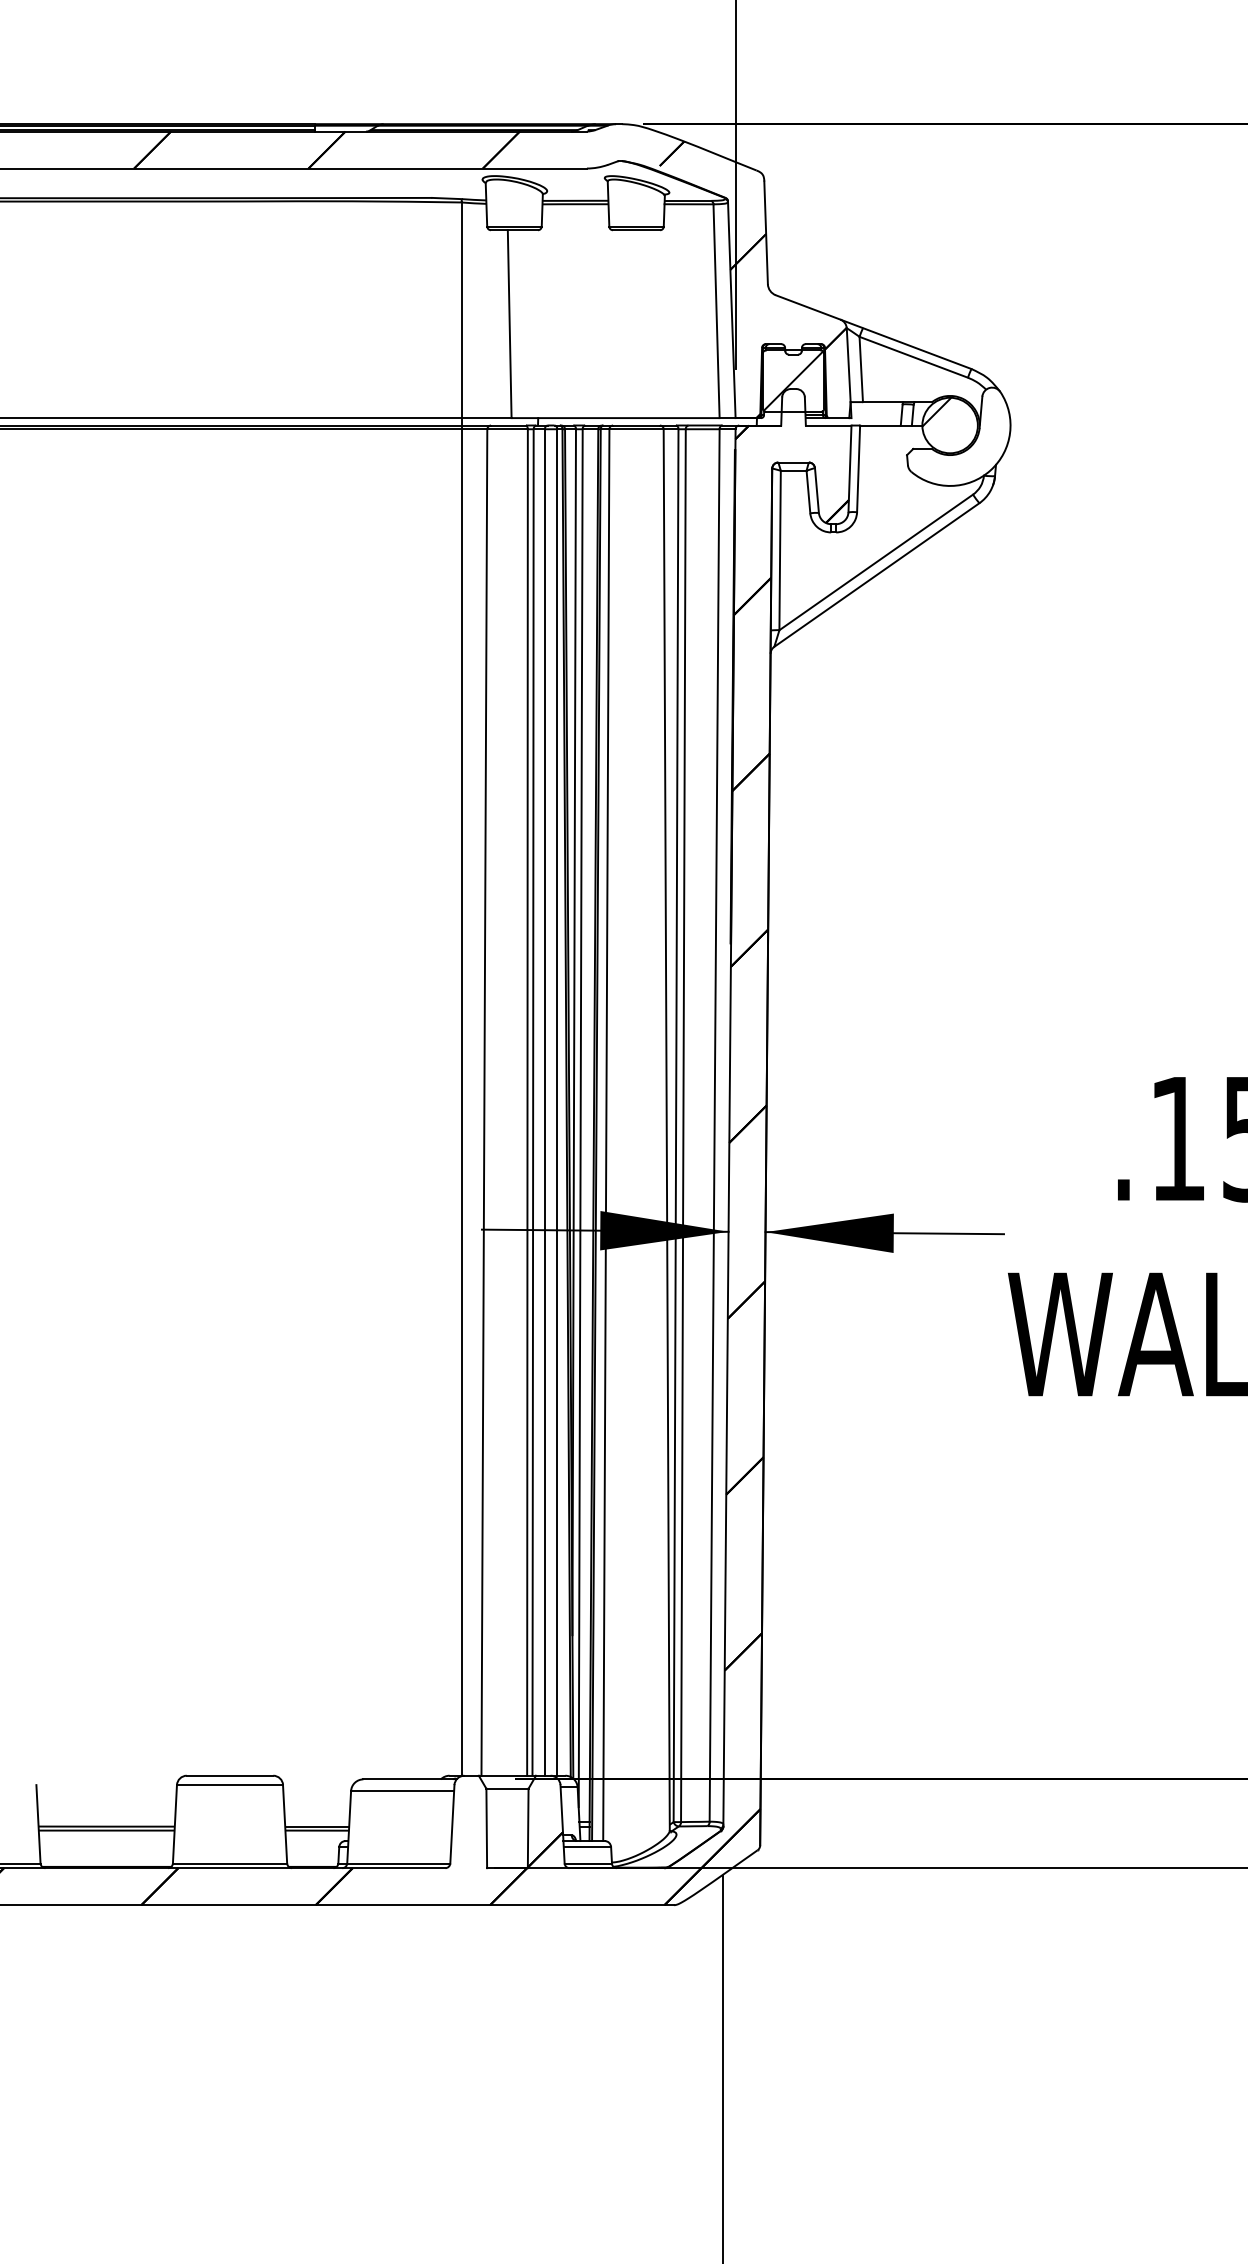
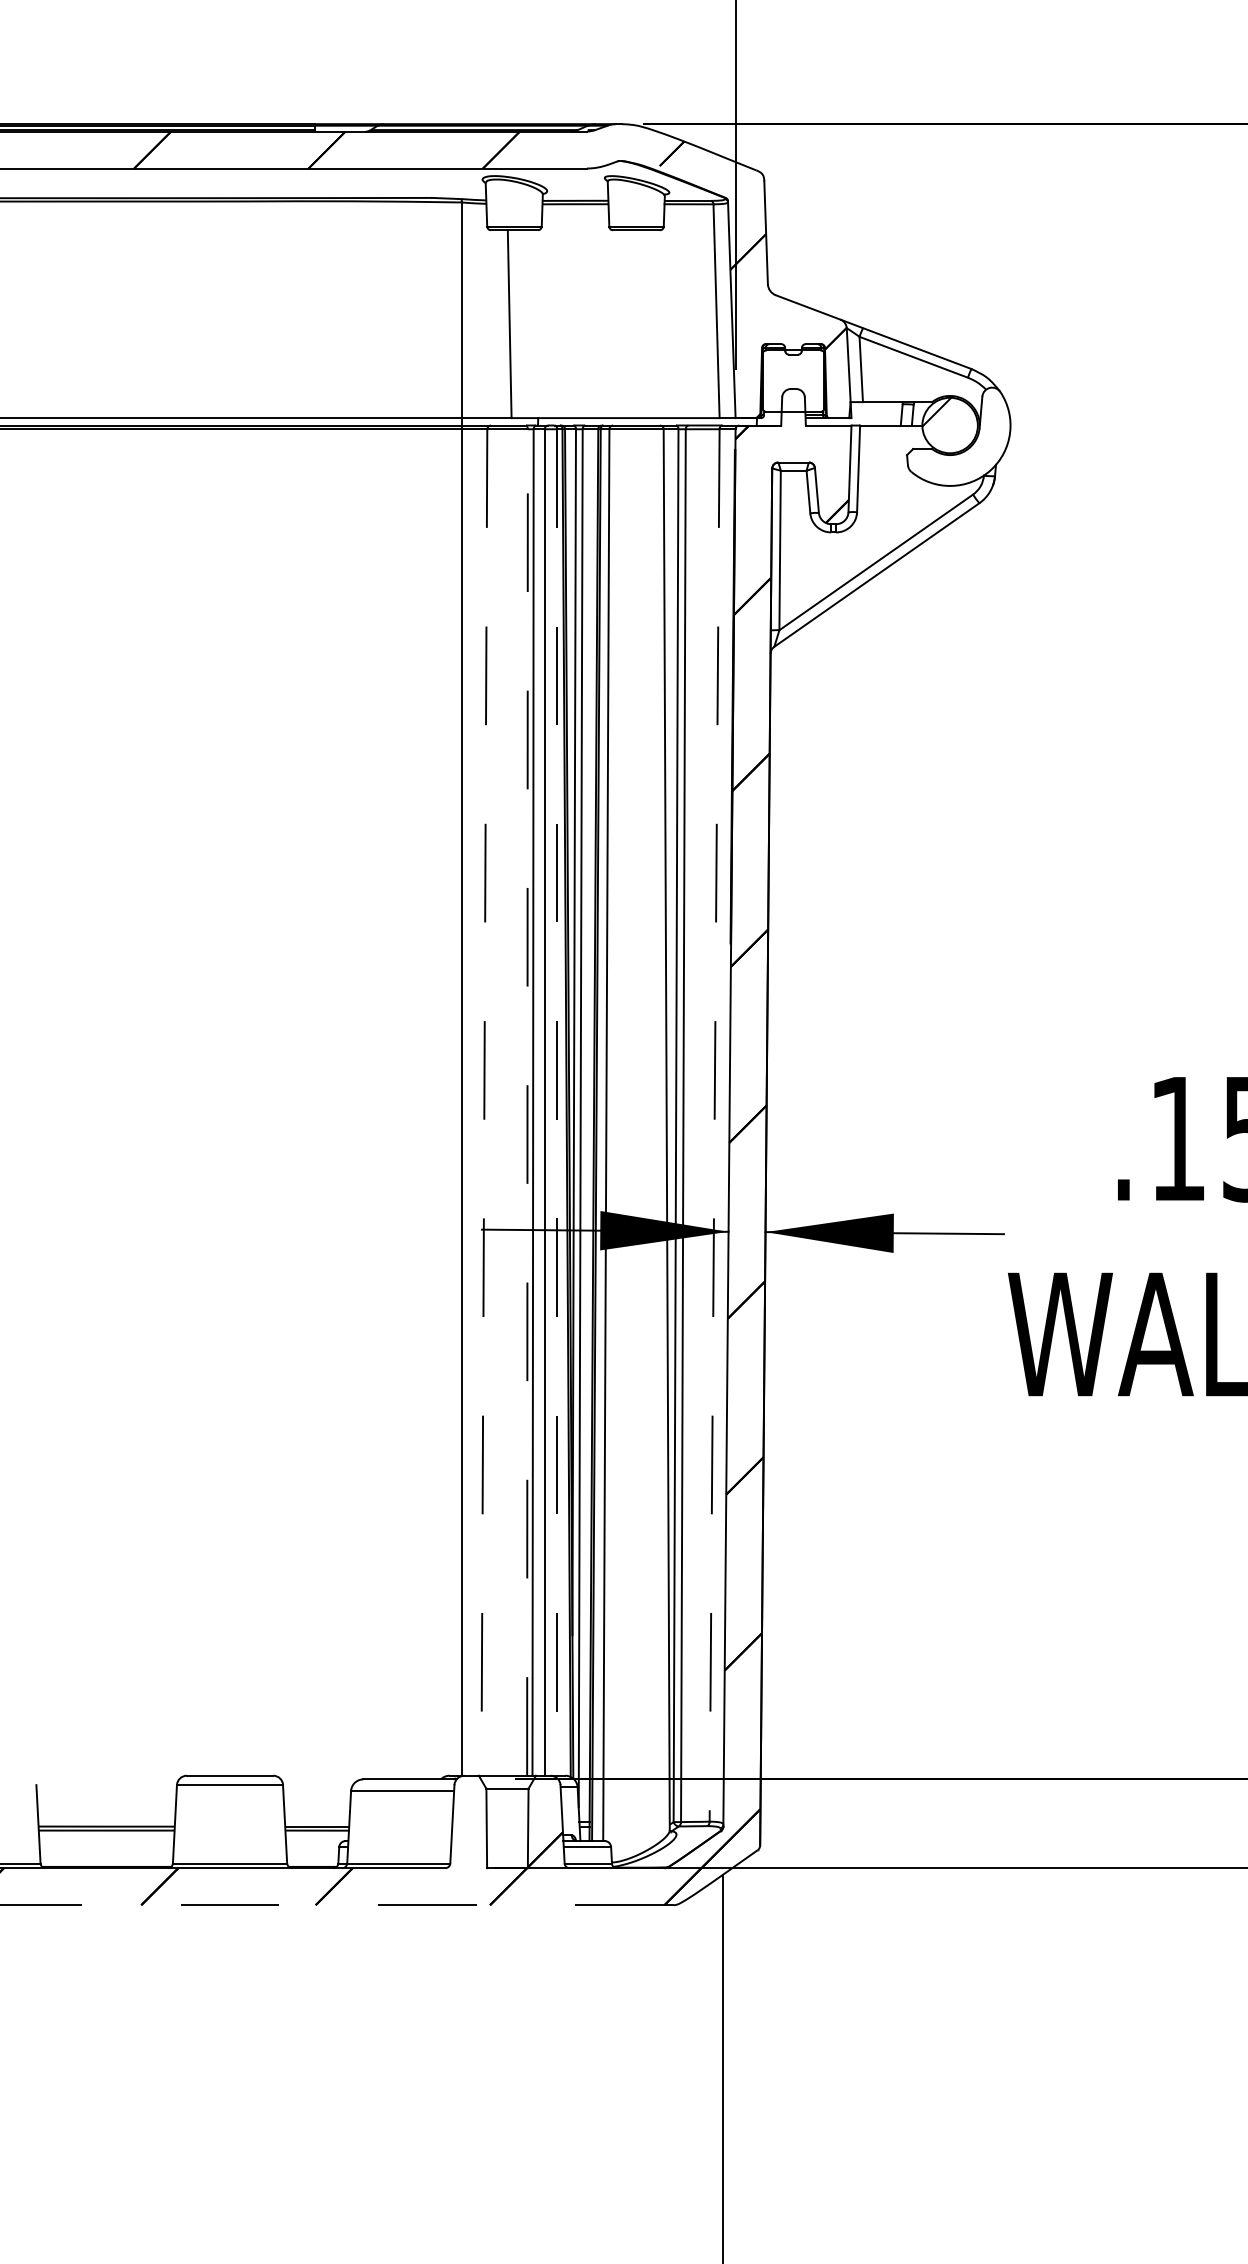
hatch at (793, 380): present -> none
line at (484, 1102): solid -> dashed
line at (527, 1102): solid -> dashed
line at (557, 1102): solid -> dashed
line at (714, 1125): solid -> dashed
line at (337, 1905): solid -> dashed
